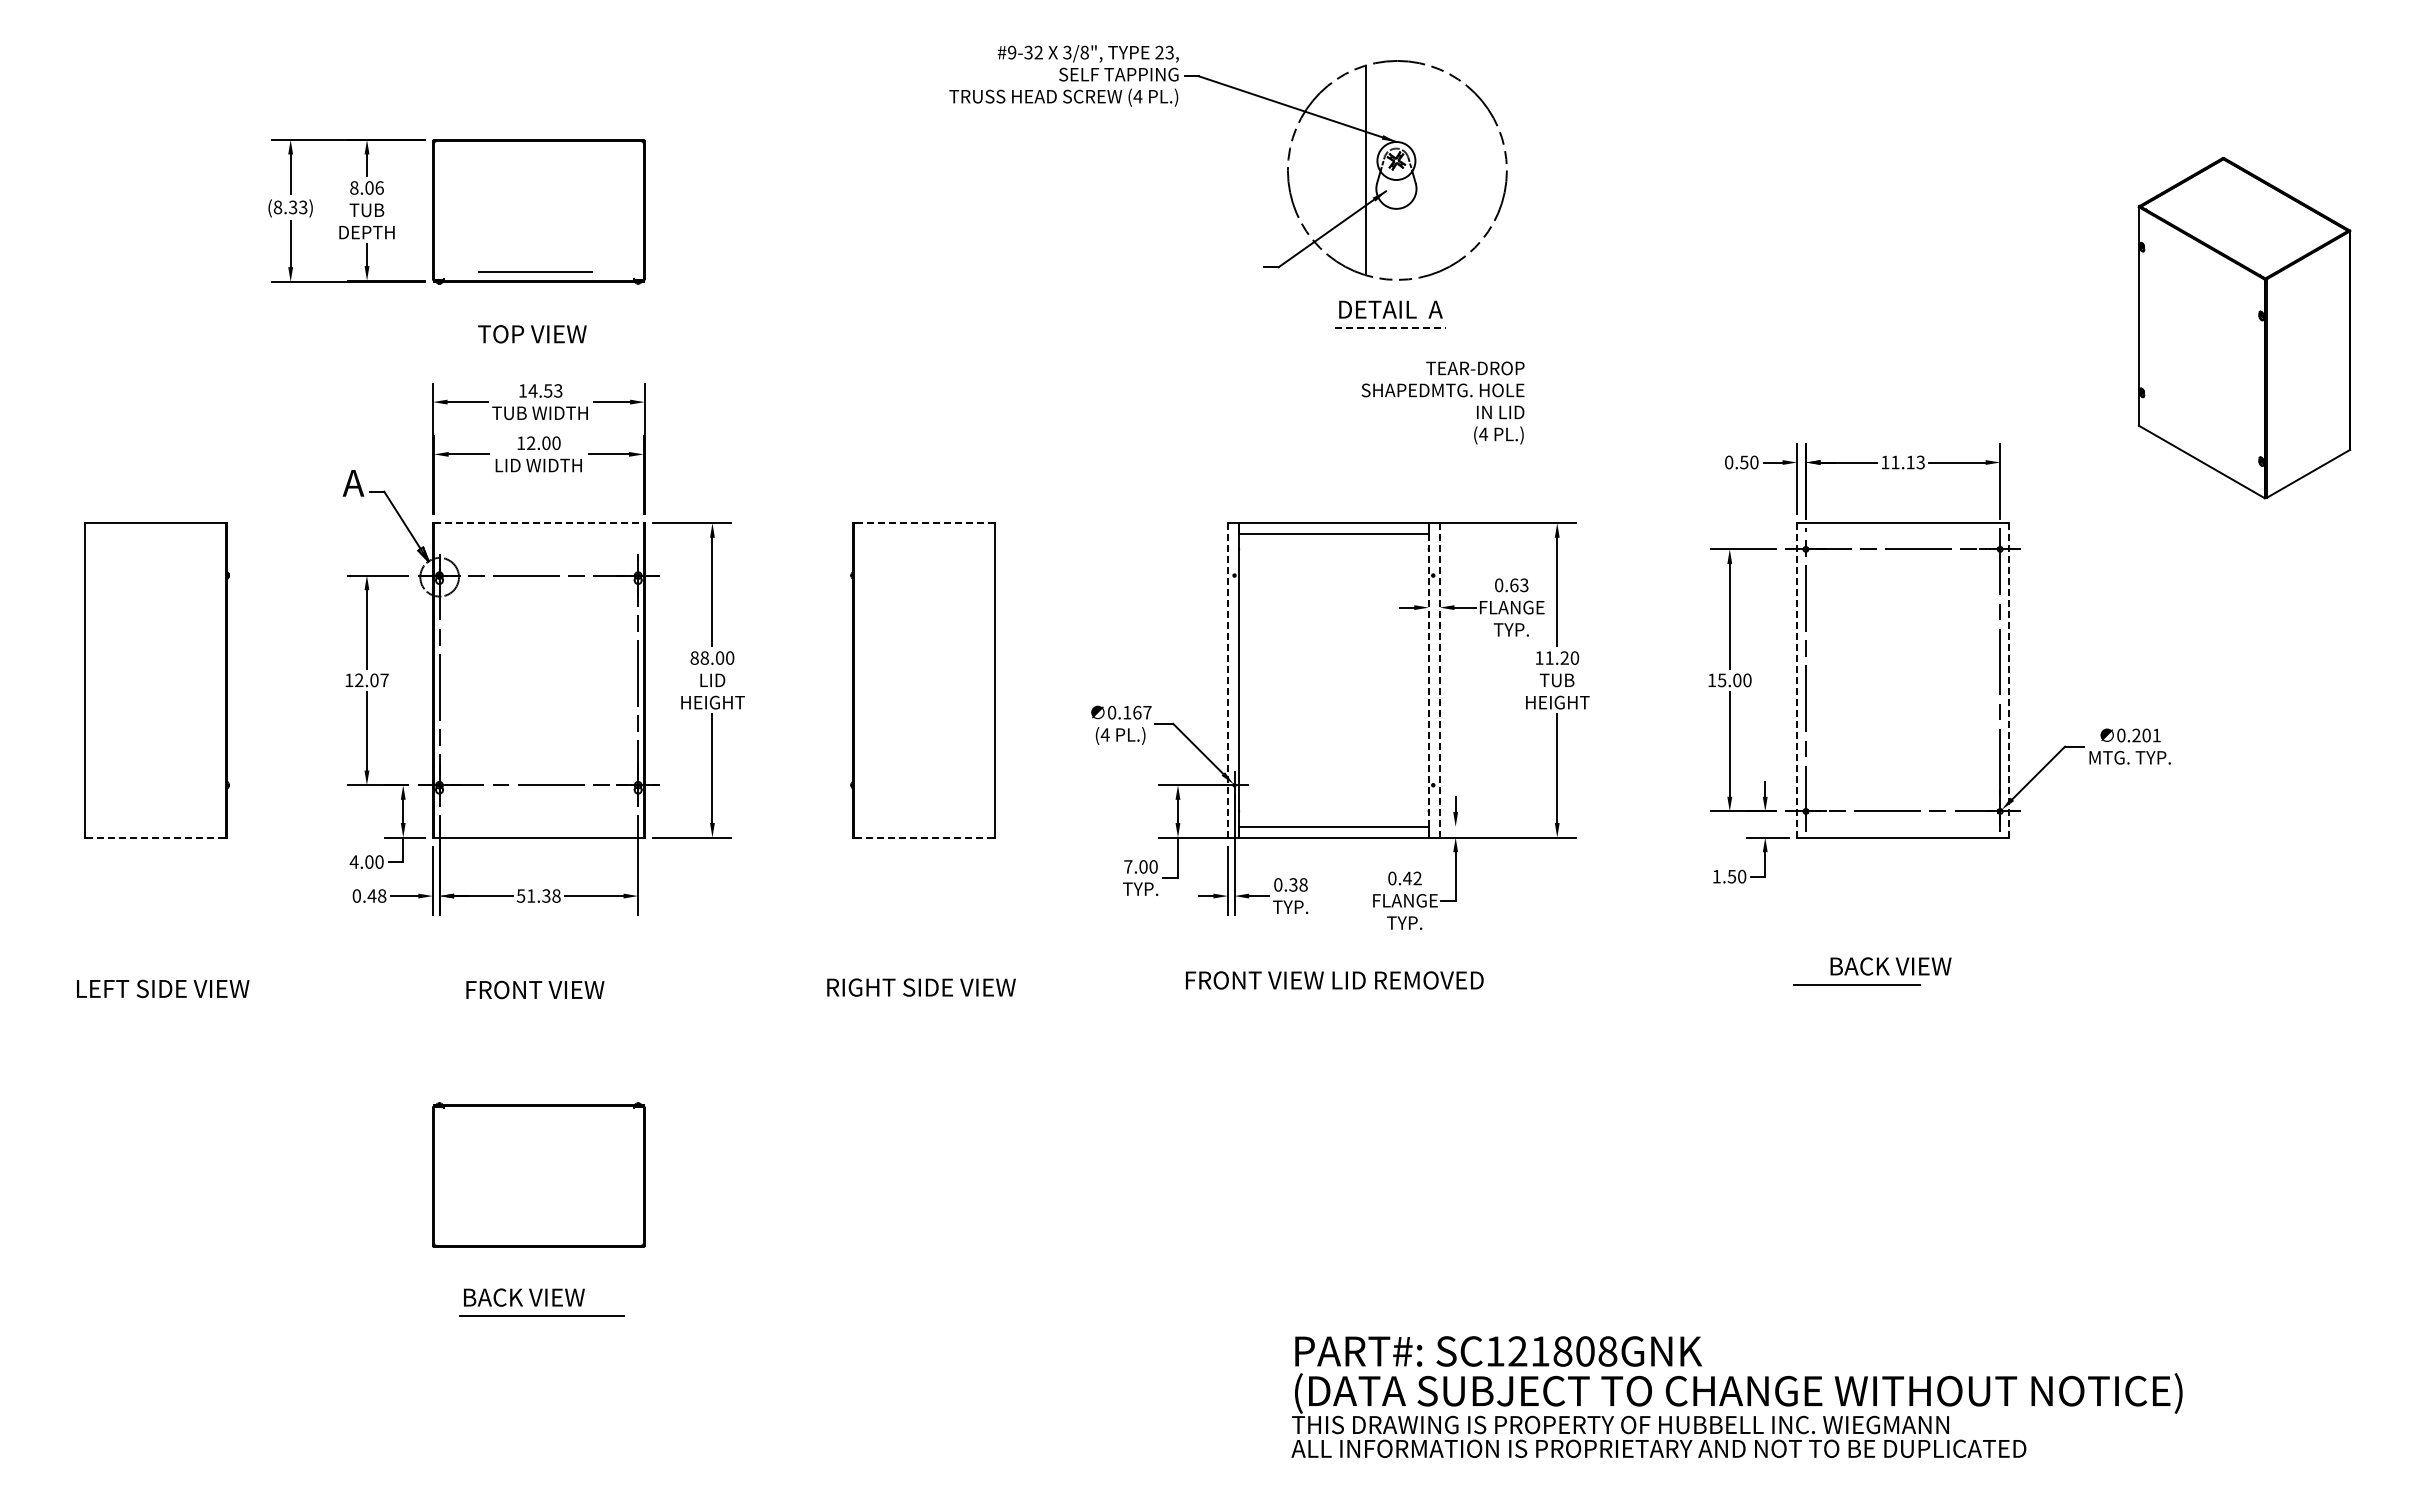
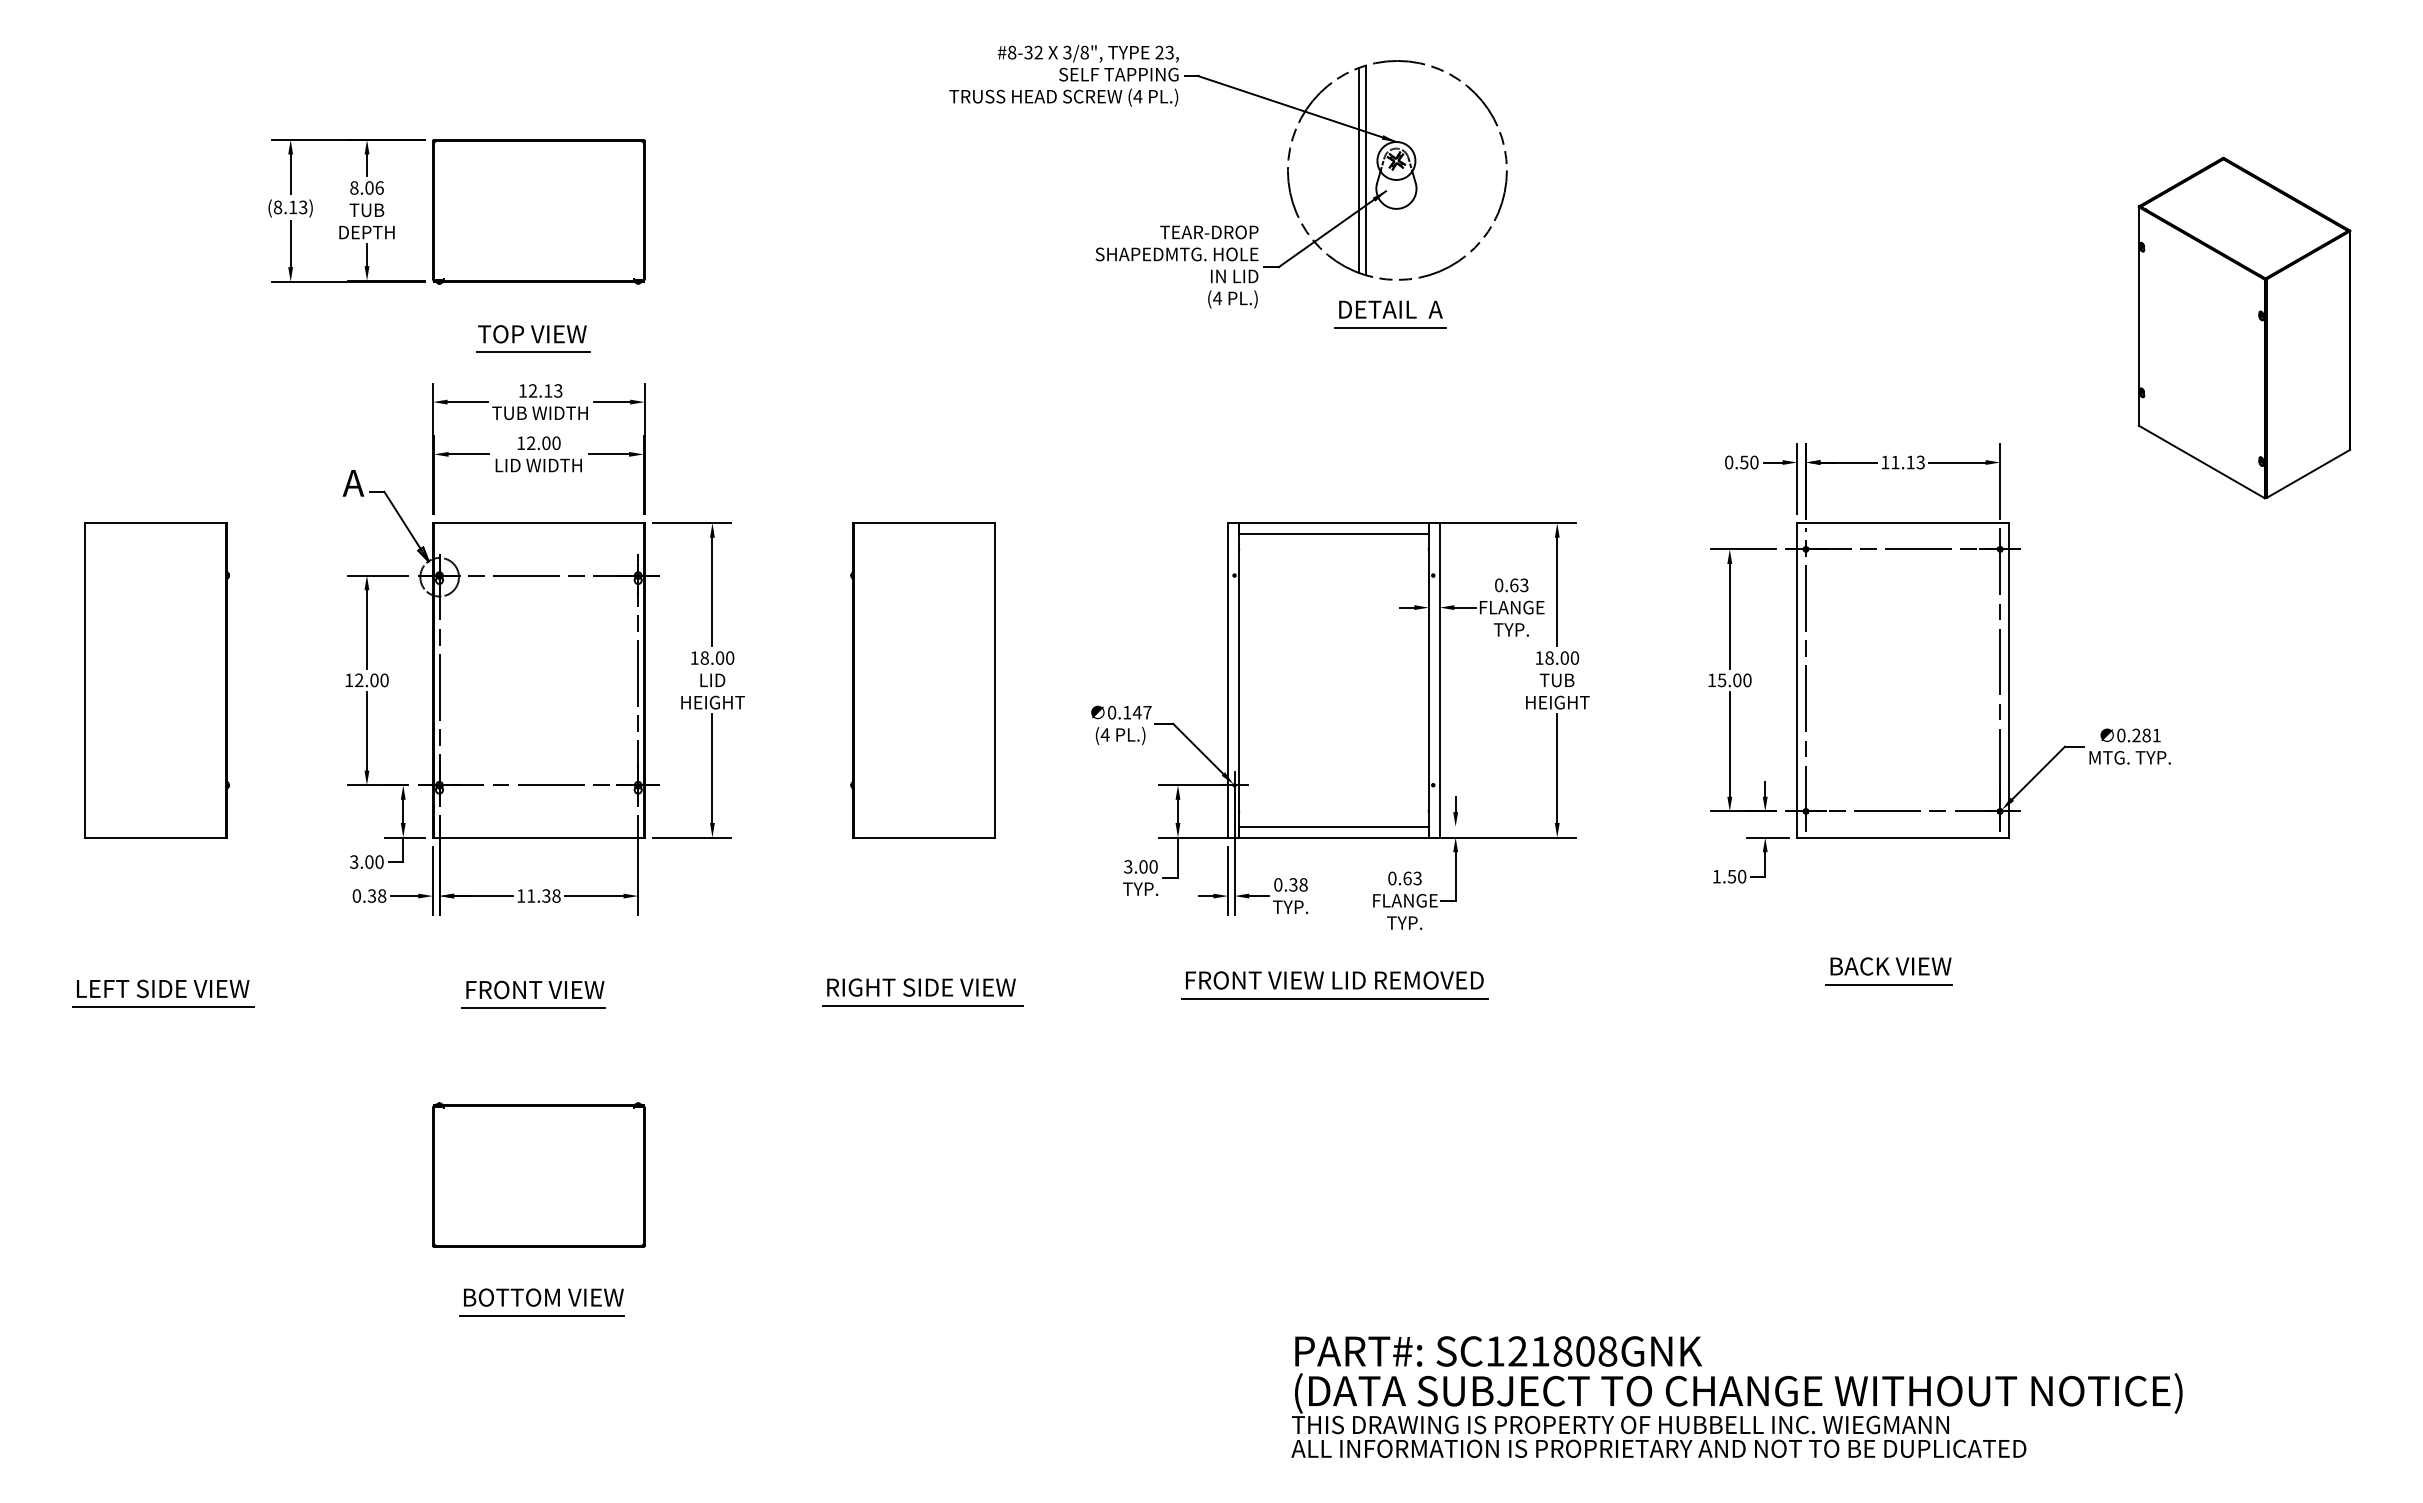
text at (1012, 52): #9-32 -> #8-32
line at (1359, 170): none -> present
text at (292, 207): (8.33) -> (8.13)
line at (535, 271) position: (535, 271) -> (533, 351)
line at (1390, 328): dashed -> solid
text at (540, 390): 14.53 -> 12.13
text at (1442, 402) position: (1442, 402) -> (1176, 266)
line at (538, 523): dashed -> solid
line at (925, 523): dashed -> solid
text at (694, 657): 88.00 -> 18.00
text at (1556, 657): 11.20 -> 18.00
line at (1228, 679): dashed -> solid
line at (1428, 679): dashed -> solid
line at (1797, 679): dashed -> solid
text at (384, 680): 12.07 -> 12.00
line at (1439, 680): dashed -> solid
line at (2009, 680): dashed -> solid
text at (1136, 712): 0.167 -> 0.147
text at (2146, 735): 0.201 -> 0.281
line at (155, 837): dashed -> solid
line at (924, 837): dashed -> solid
text at (353, 861): 4.00 -> 3.00
text at (1128, 866): 7.00 -> 3.00
text at (1412, 878): 0.42 -> 0.63
text at (371, 895): 0.48 -> 0.38
text at (520, 895): 51.38 -> 11.38
line at (1856, 984) position: (1856, 984) -> (1888, 984)
line at (1334, 998): none -> present
line at (922, 1005): none -> present
line at (162, 1007): none -> present
line at (533, 1008): none -> present
text at (550, 1297): BACK VIEW -> BOTTOM VIEW
